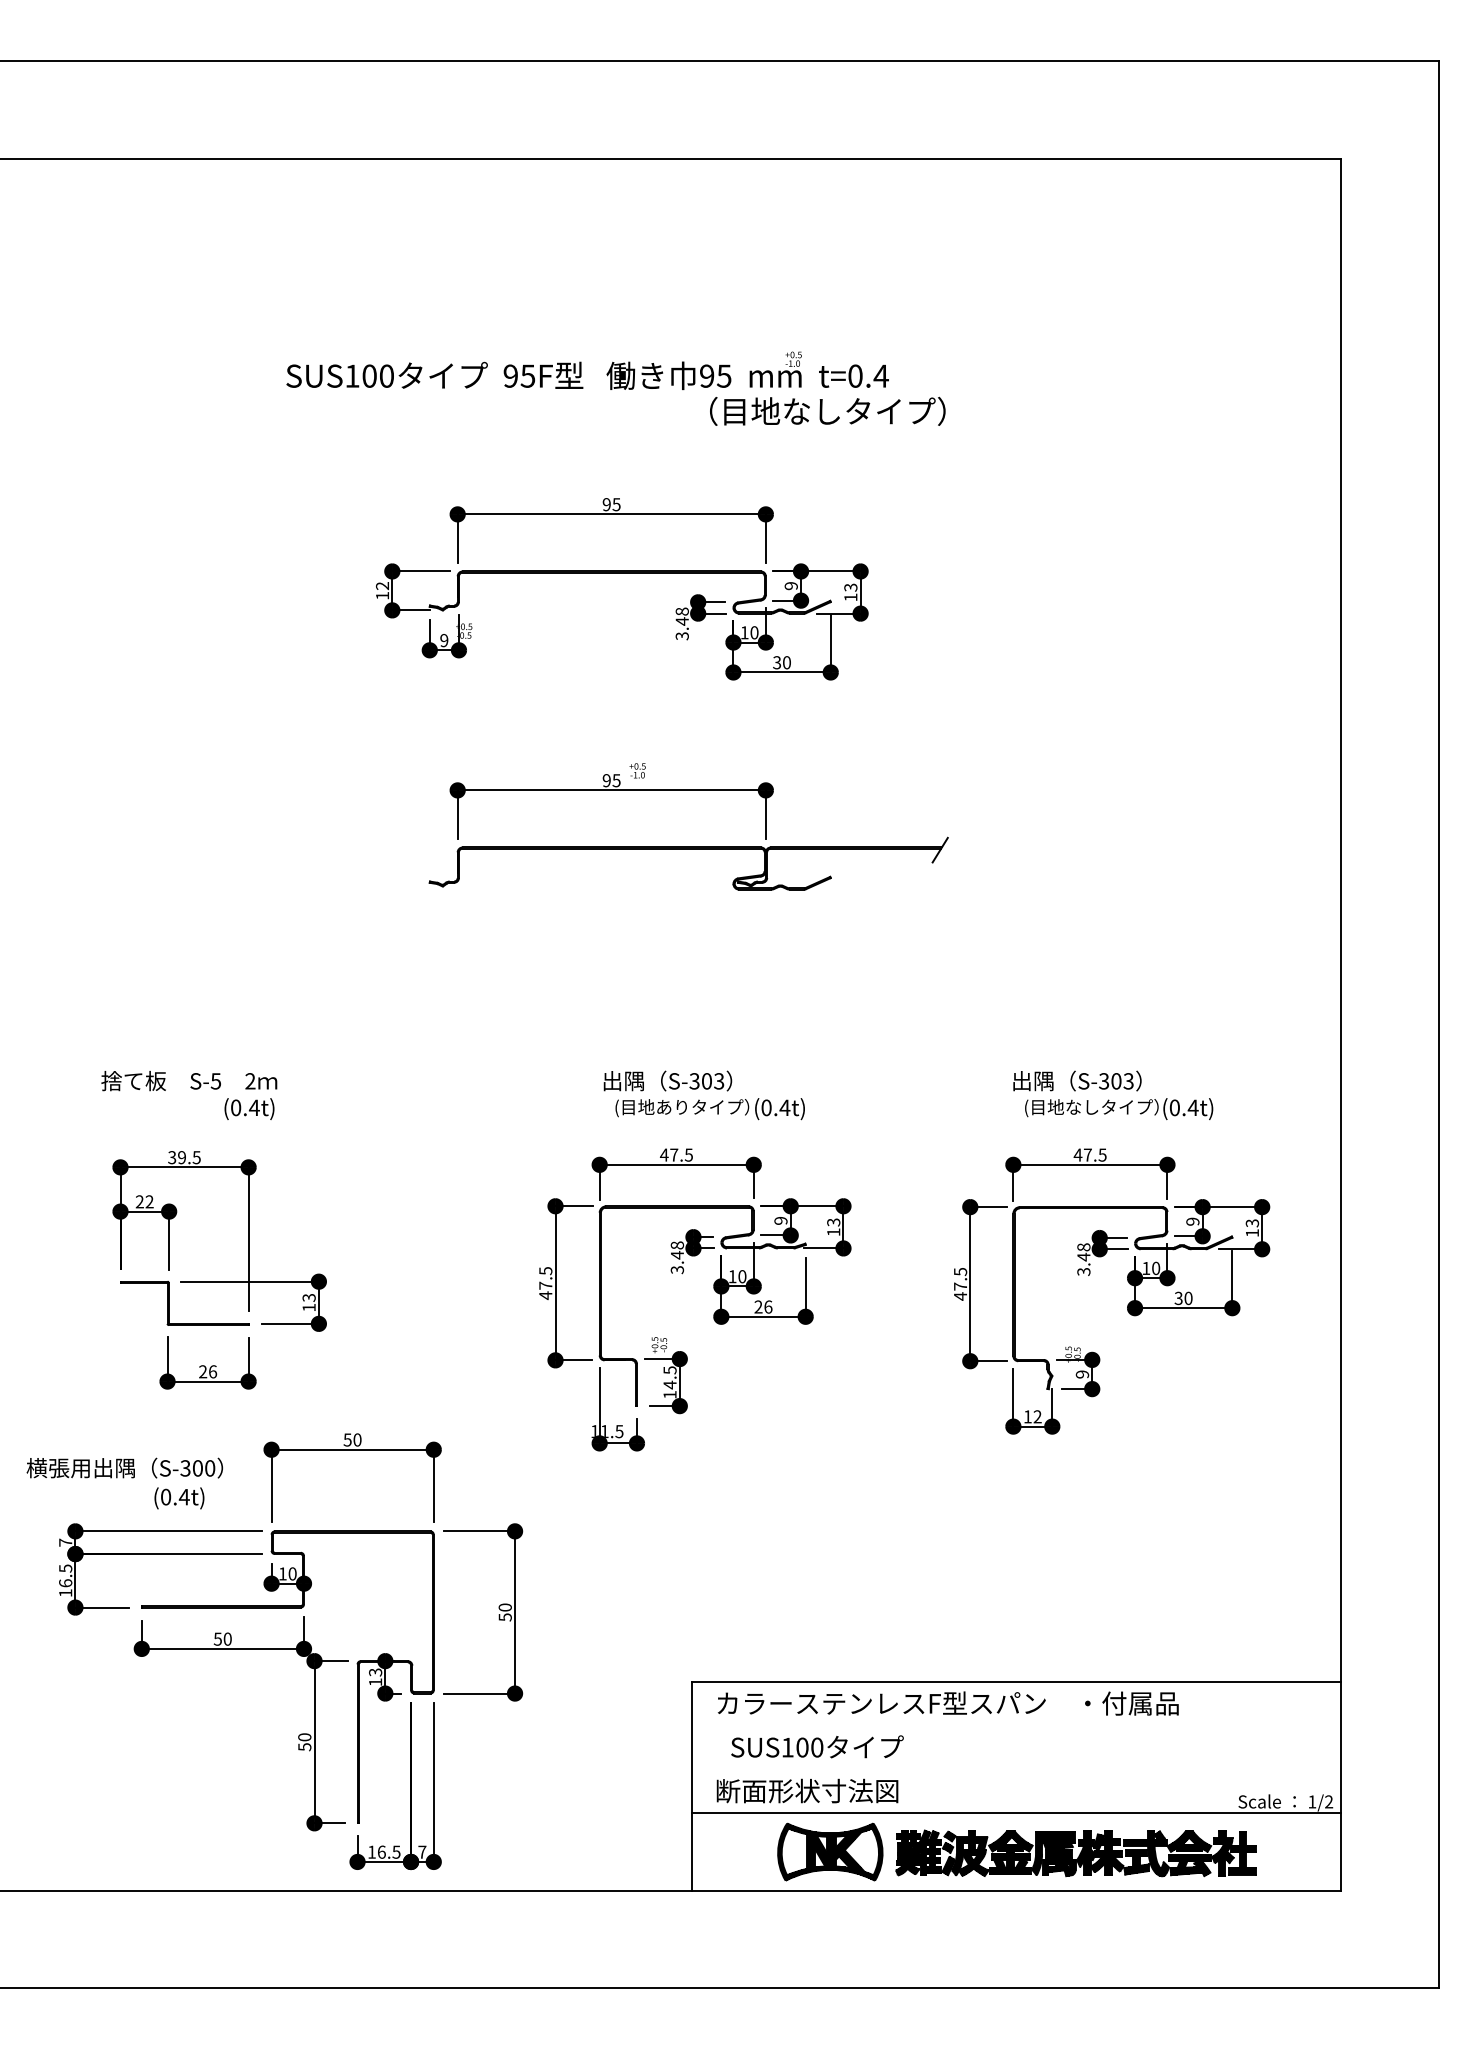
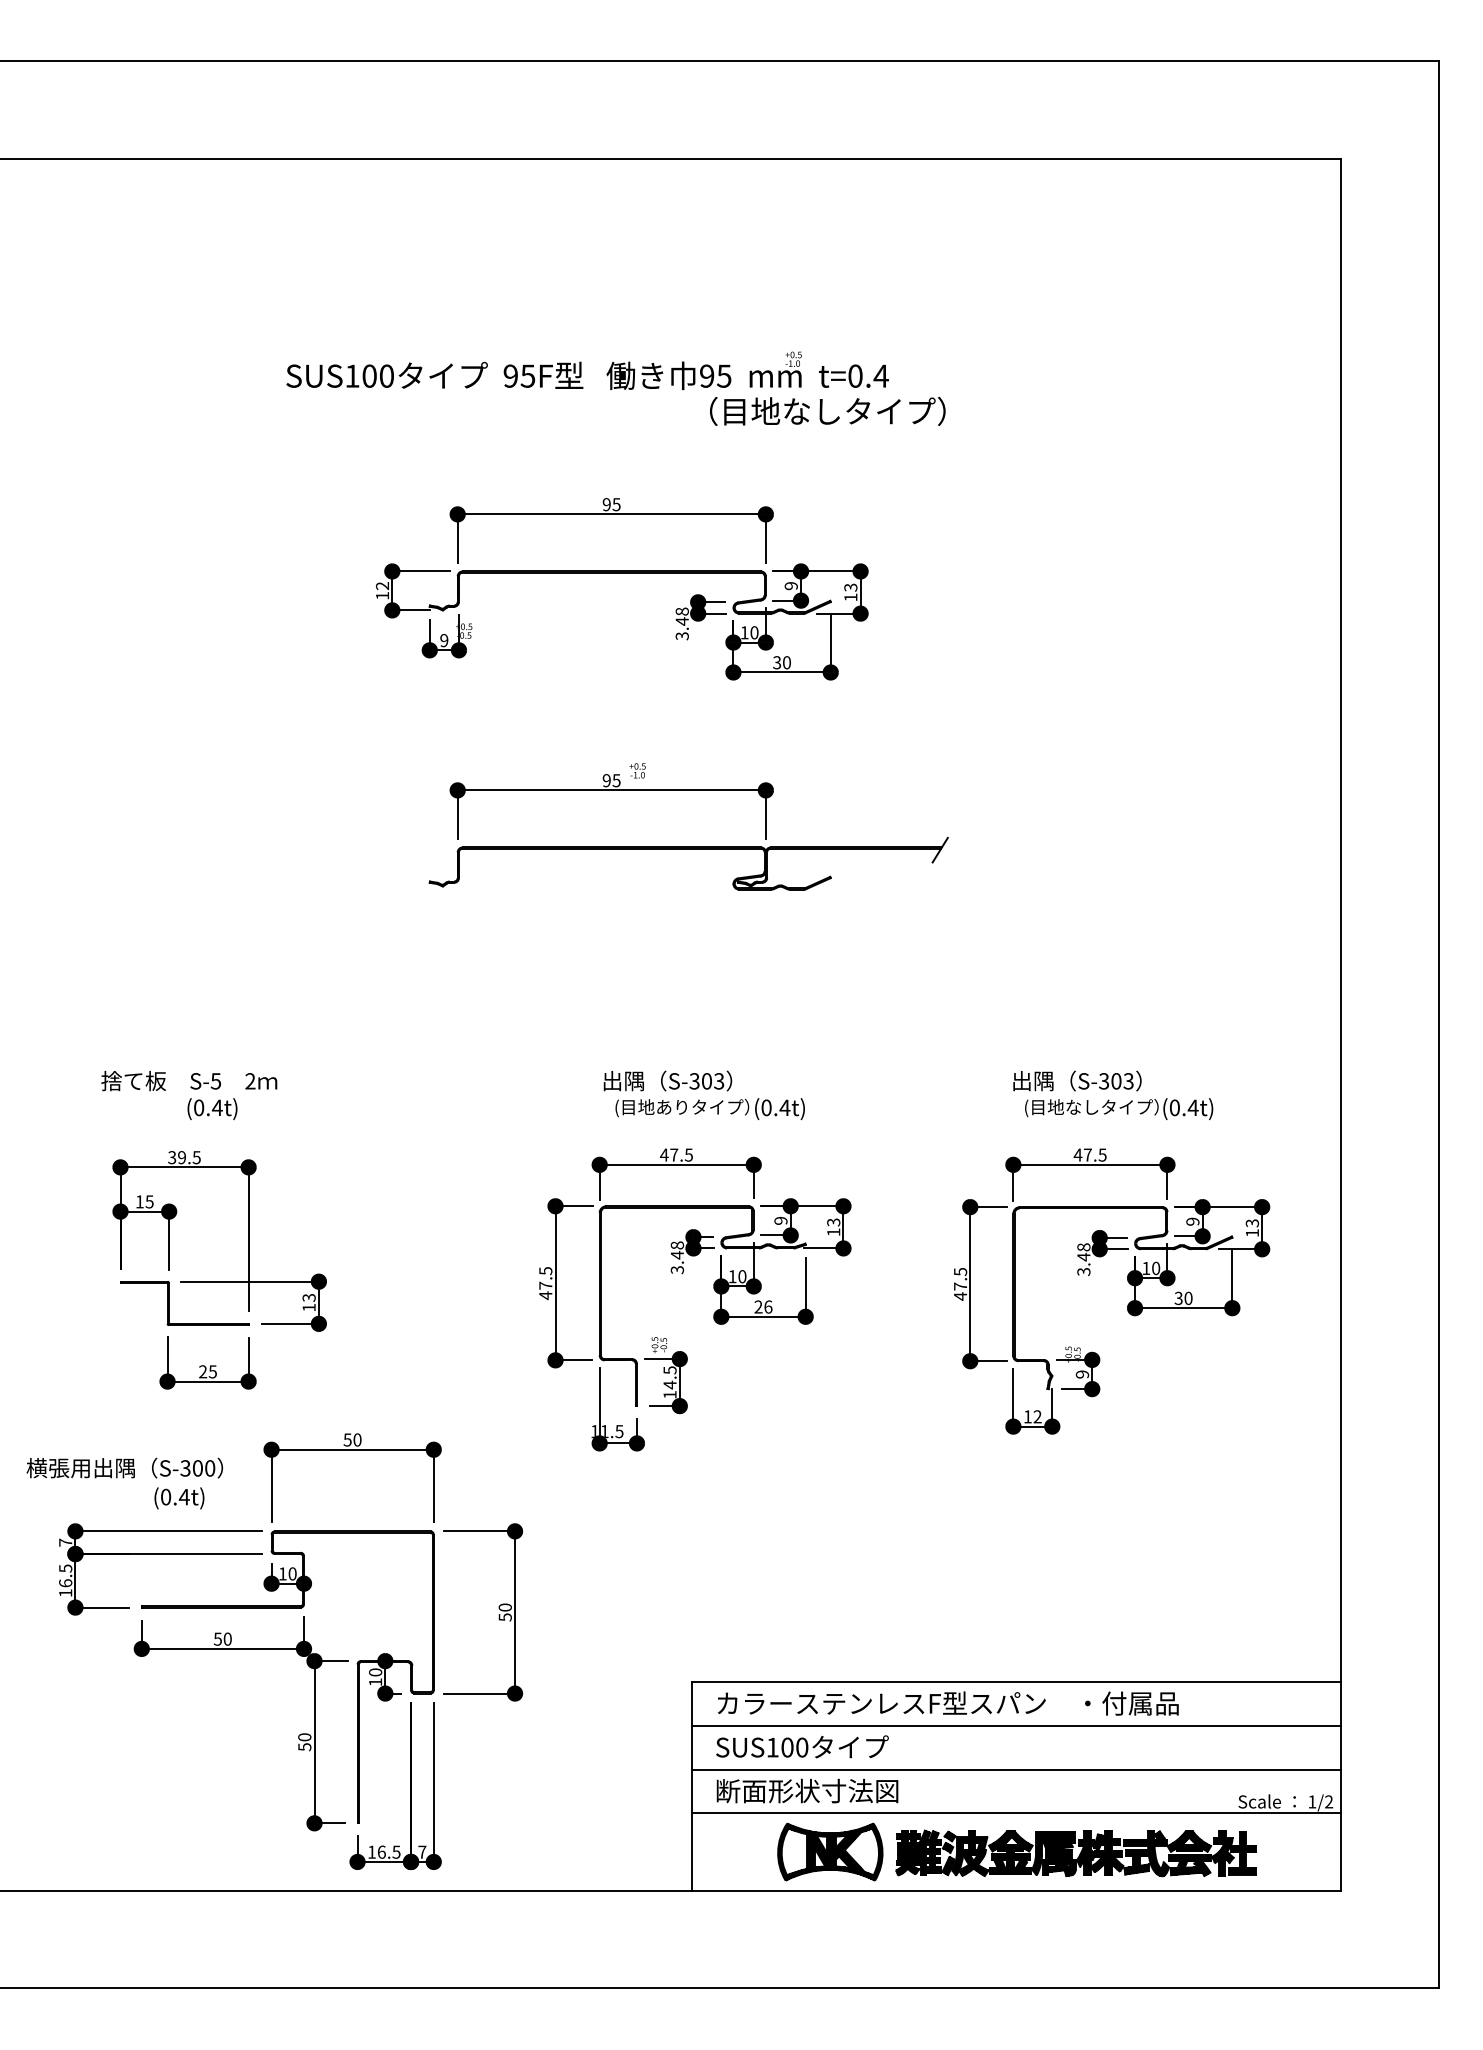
text at (249, 1108) position: (249, 1108) -> (212, 1108)
text at (144, 1201): 22 -> 15
text at (212, 1371): 26 -> 25
text at (375, 1672): 13 -> 10
line at (1016, 1725): none -> present
text at (817, 1746) position: (817, 1746) -> (802, 1746)
line at (1016, 1769): none -> present
